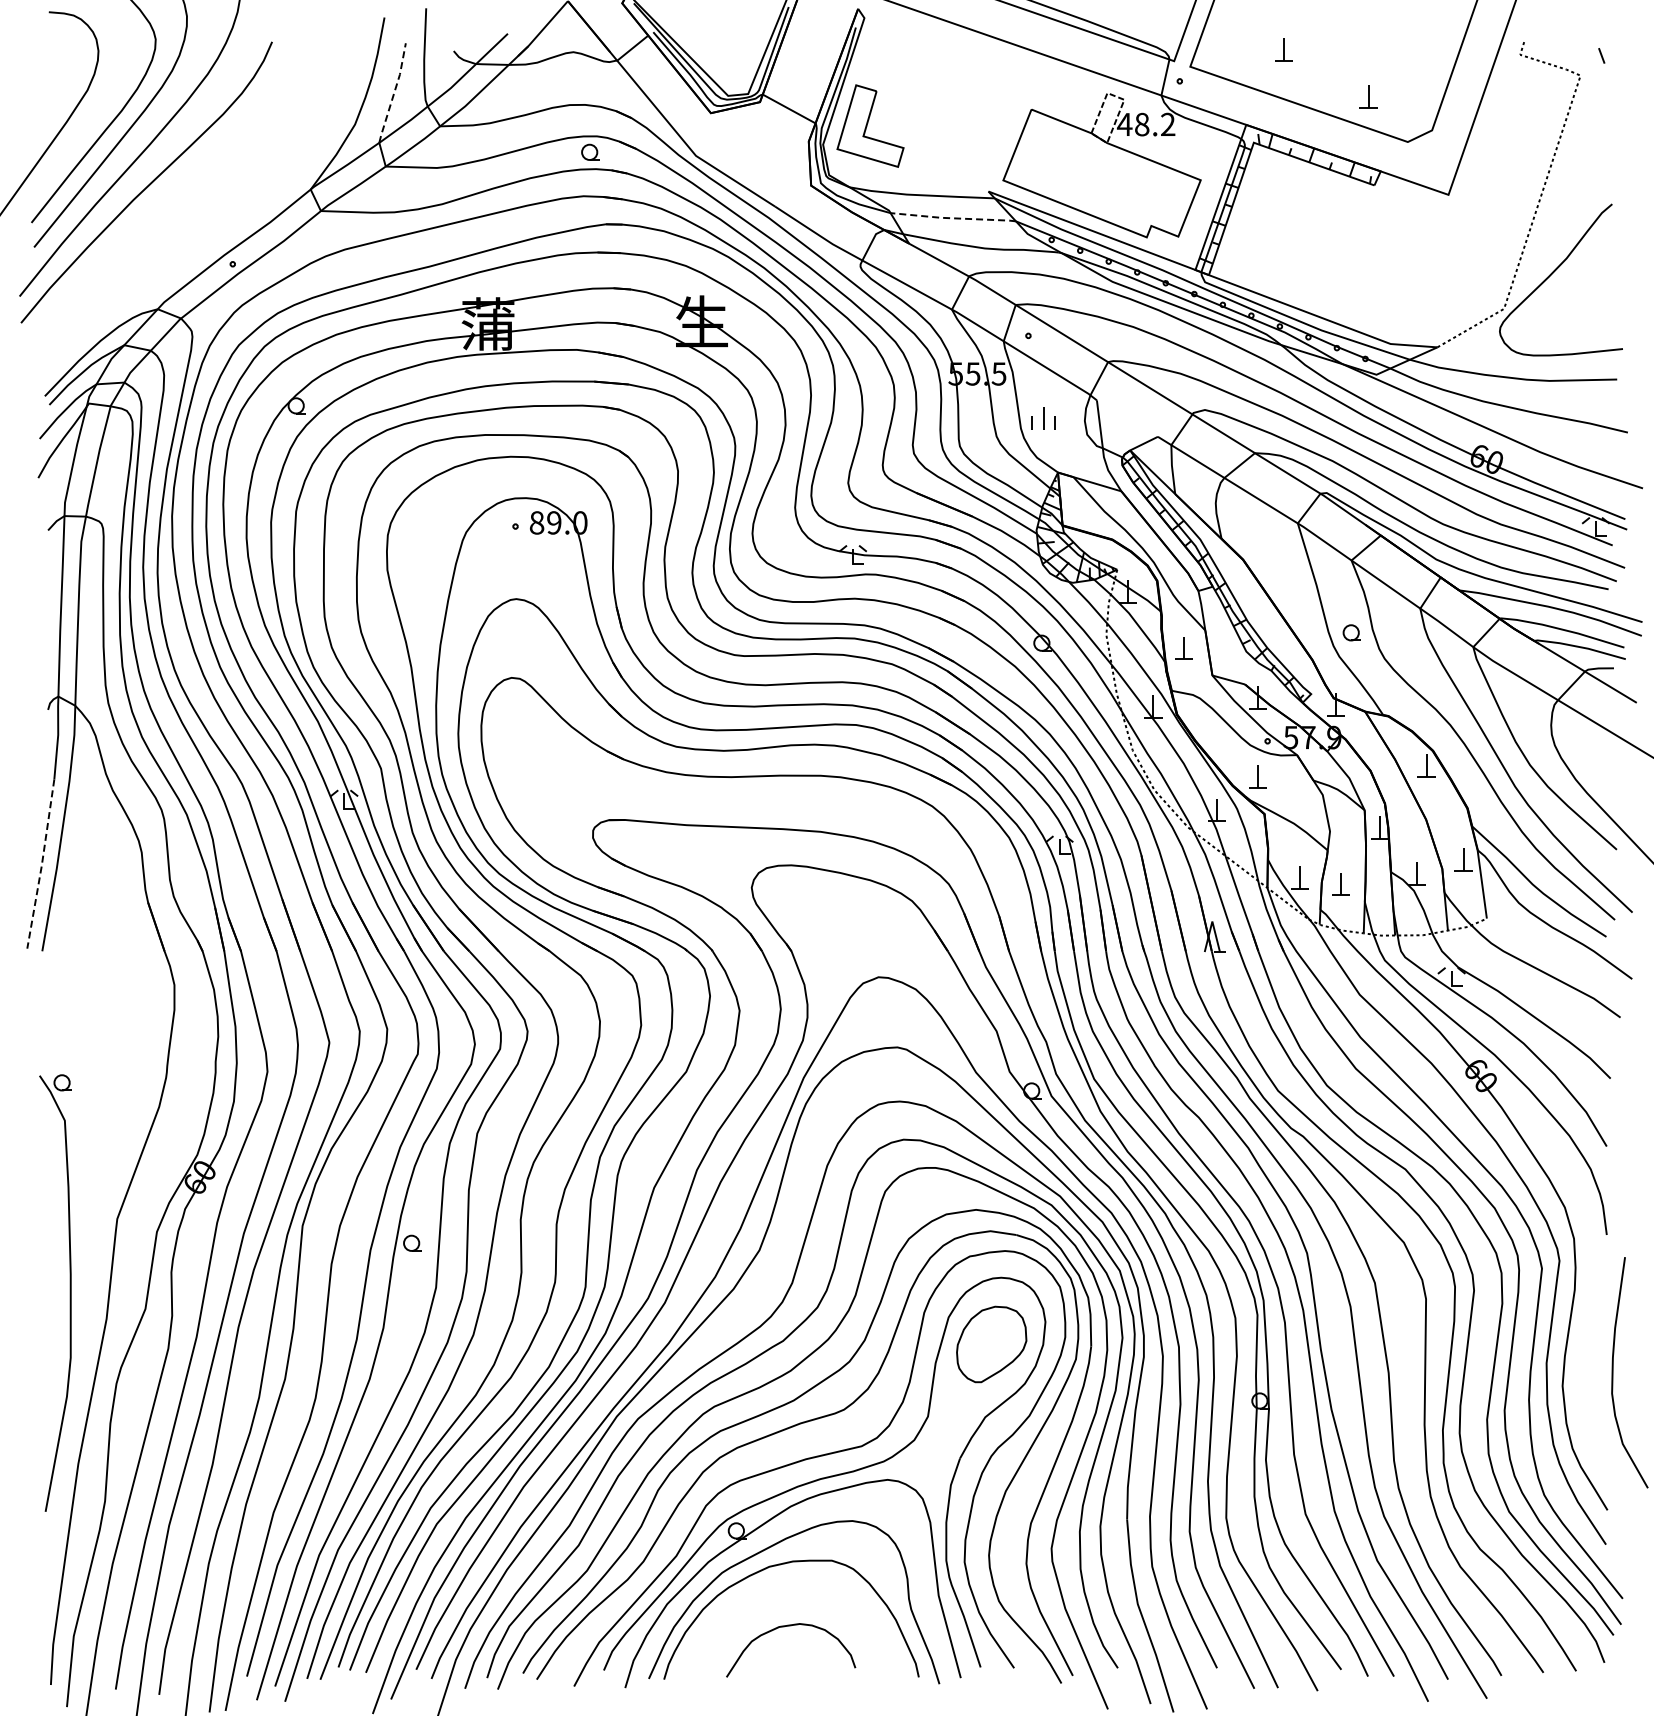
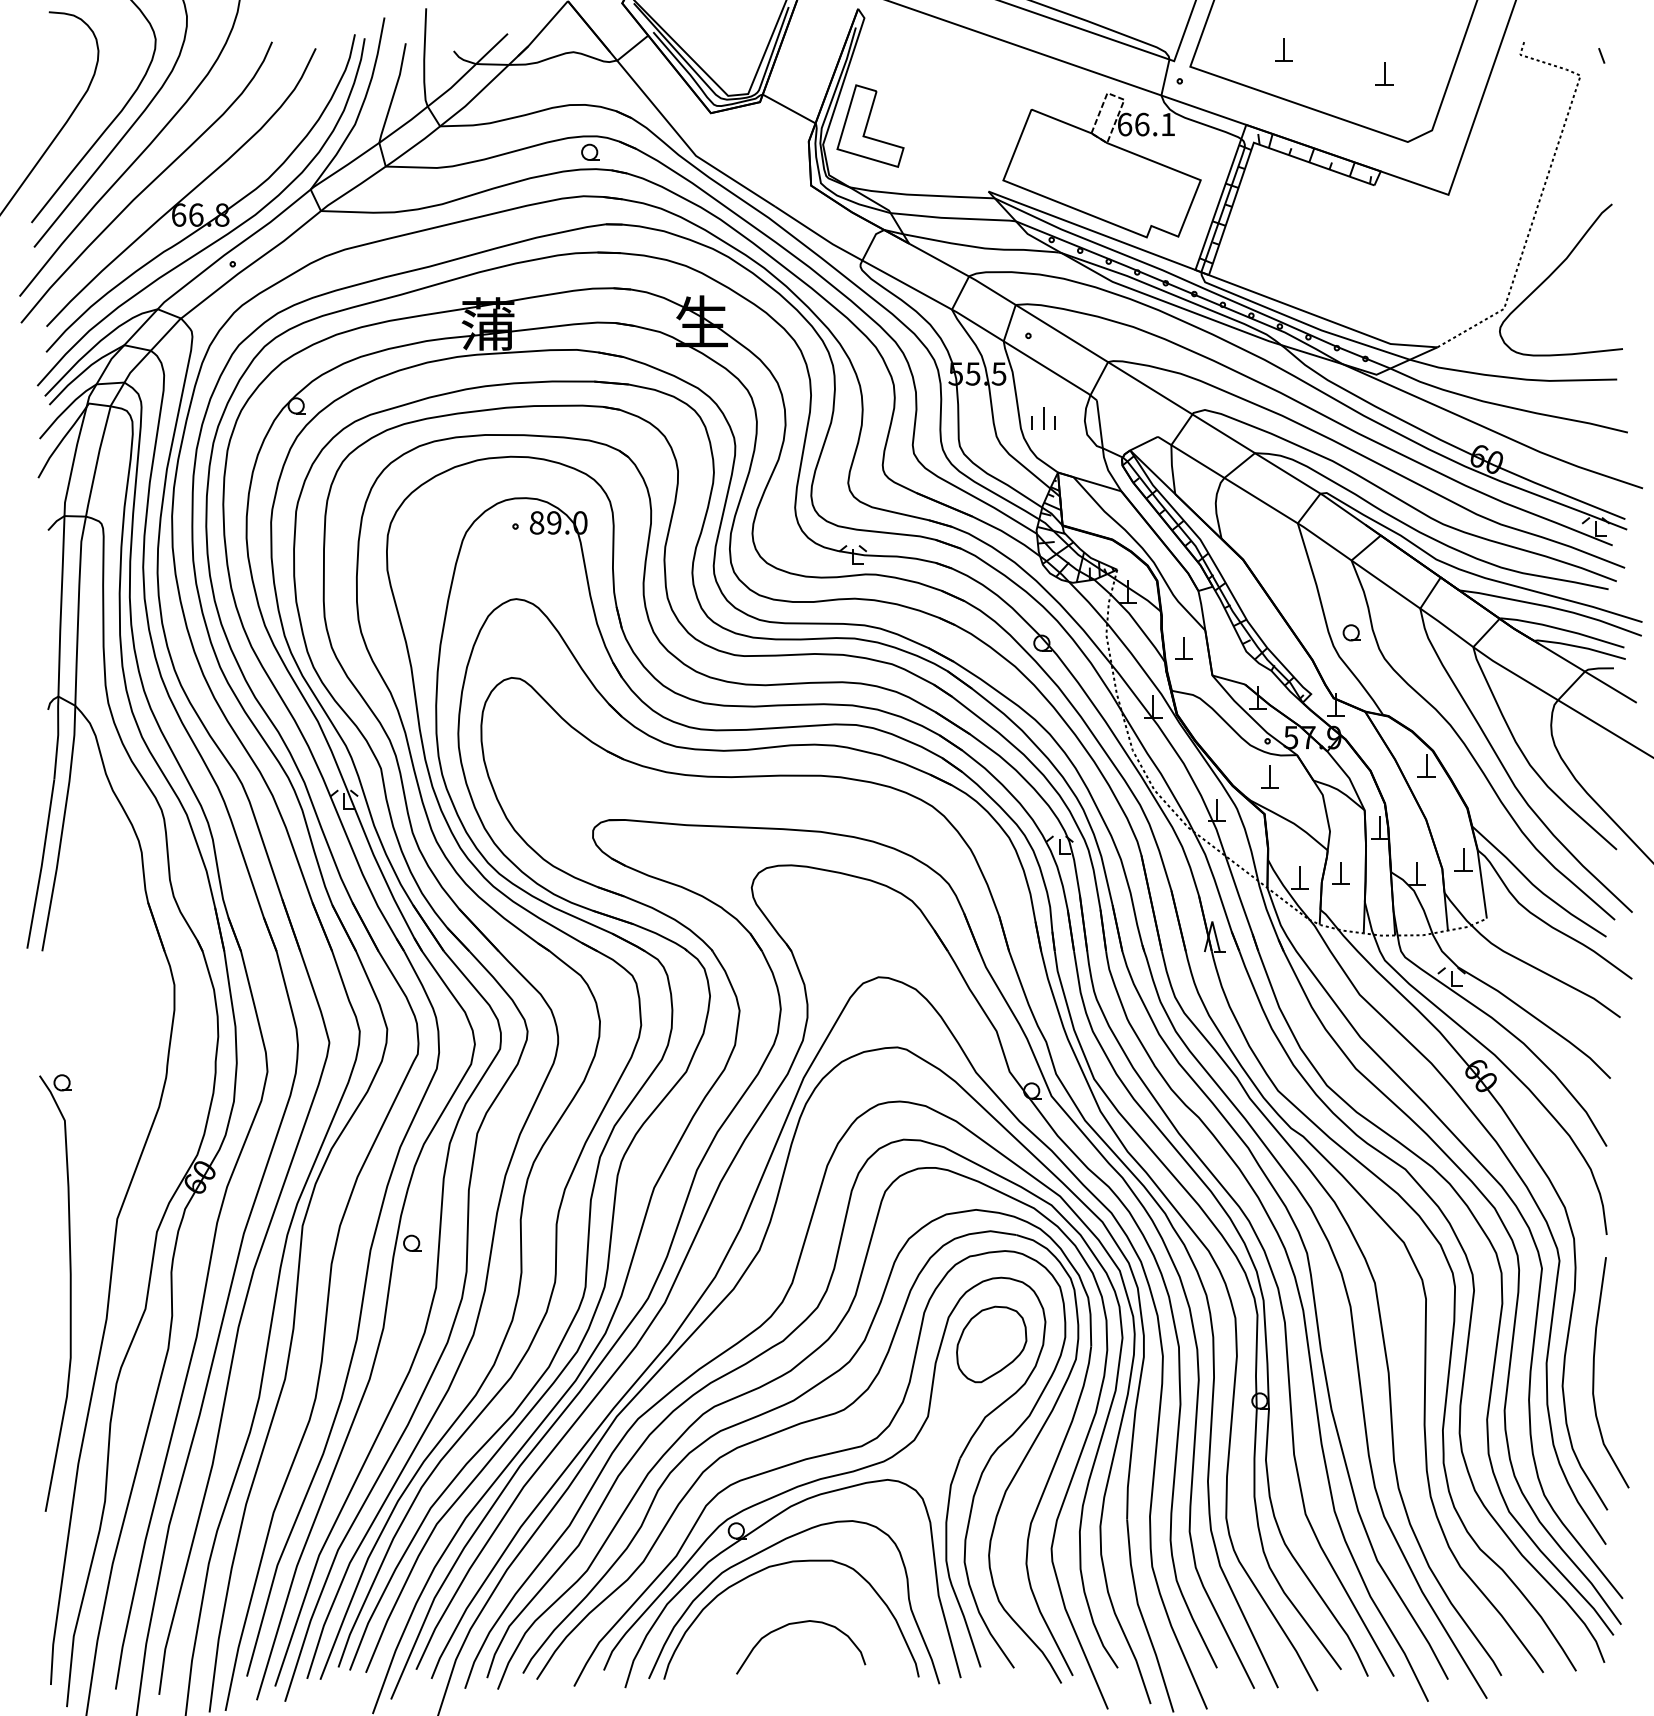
line at (394, 93): dashed -> solid
part at (1368, 96) position: (1368, 96) -> (1384, 73)
text at (1145, 124): 48.2 -> 66.1
part at (201, 210): none -> present
line at (953, 218): dashed -> solid
part at (1257, 776) position: (1257, 776) -> (1269, 776)
line at (41, 865): dashed -> solid
part at (1340, 884) position: (1340, 884) -> (1340, 873)
curve at (1613, 1372) position: (1613, 1372) -> (1594, 1372)
curve at (791, 1626) position: (791, 1626) -> (801, 1623)
